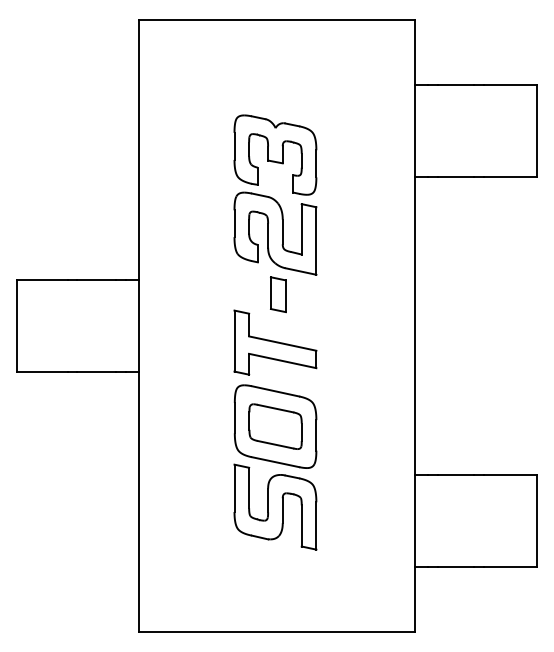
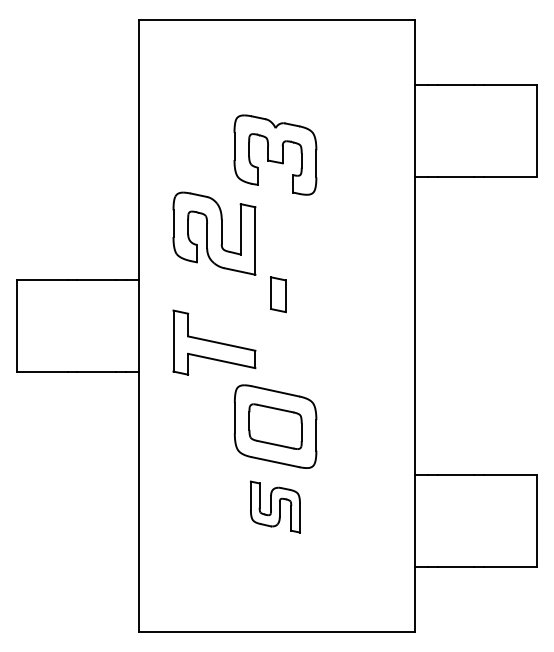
part at (275, 233) position: (275, 233) -> (214, 233)
part at (275, 342) position: (275, 342) -> (214, 342)
part at (275, 506) size: 85x88 px -> 51x54 px
